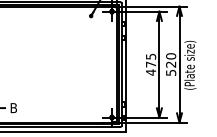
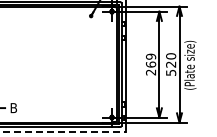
text at (151, 64): 475 -> 269
line at (63, 131): solid -> dashed
